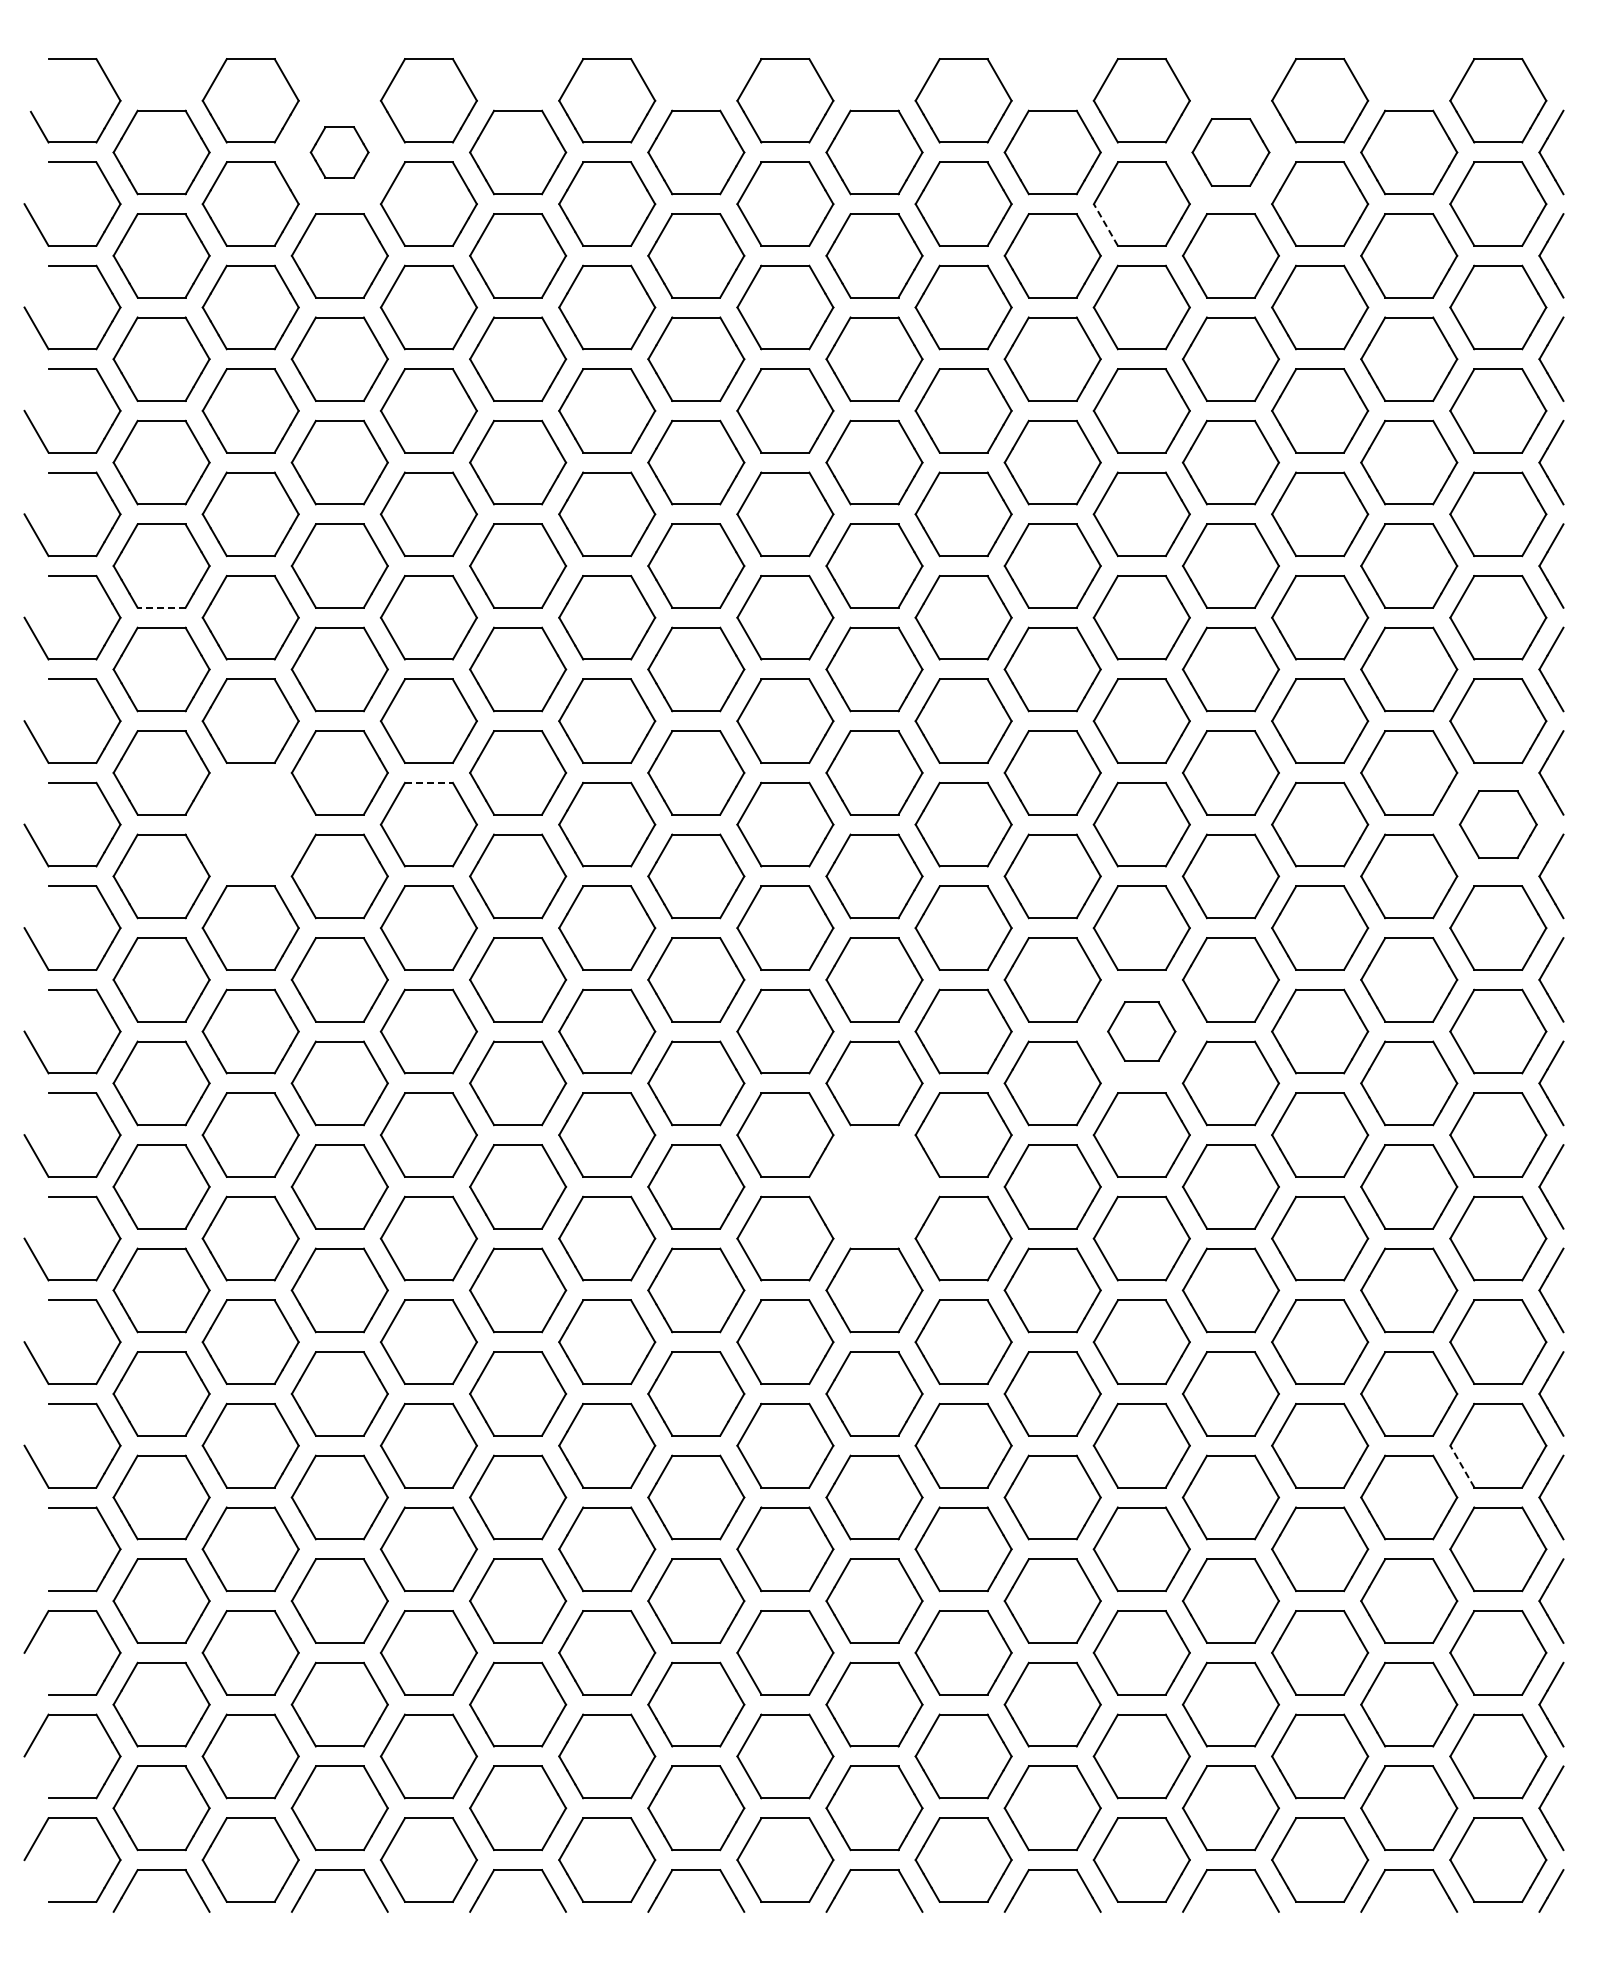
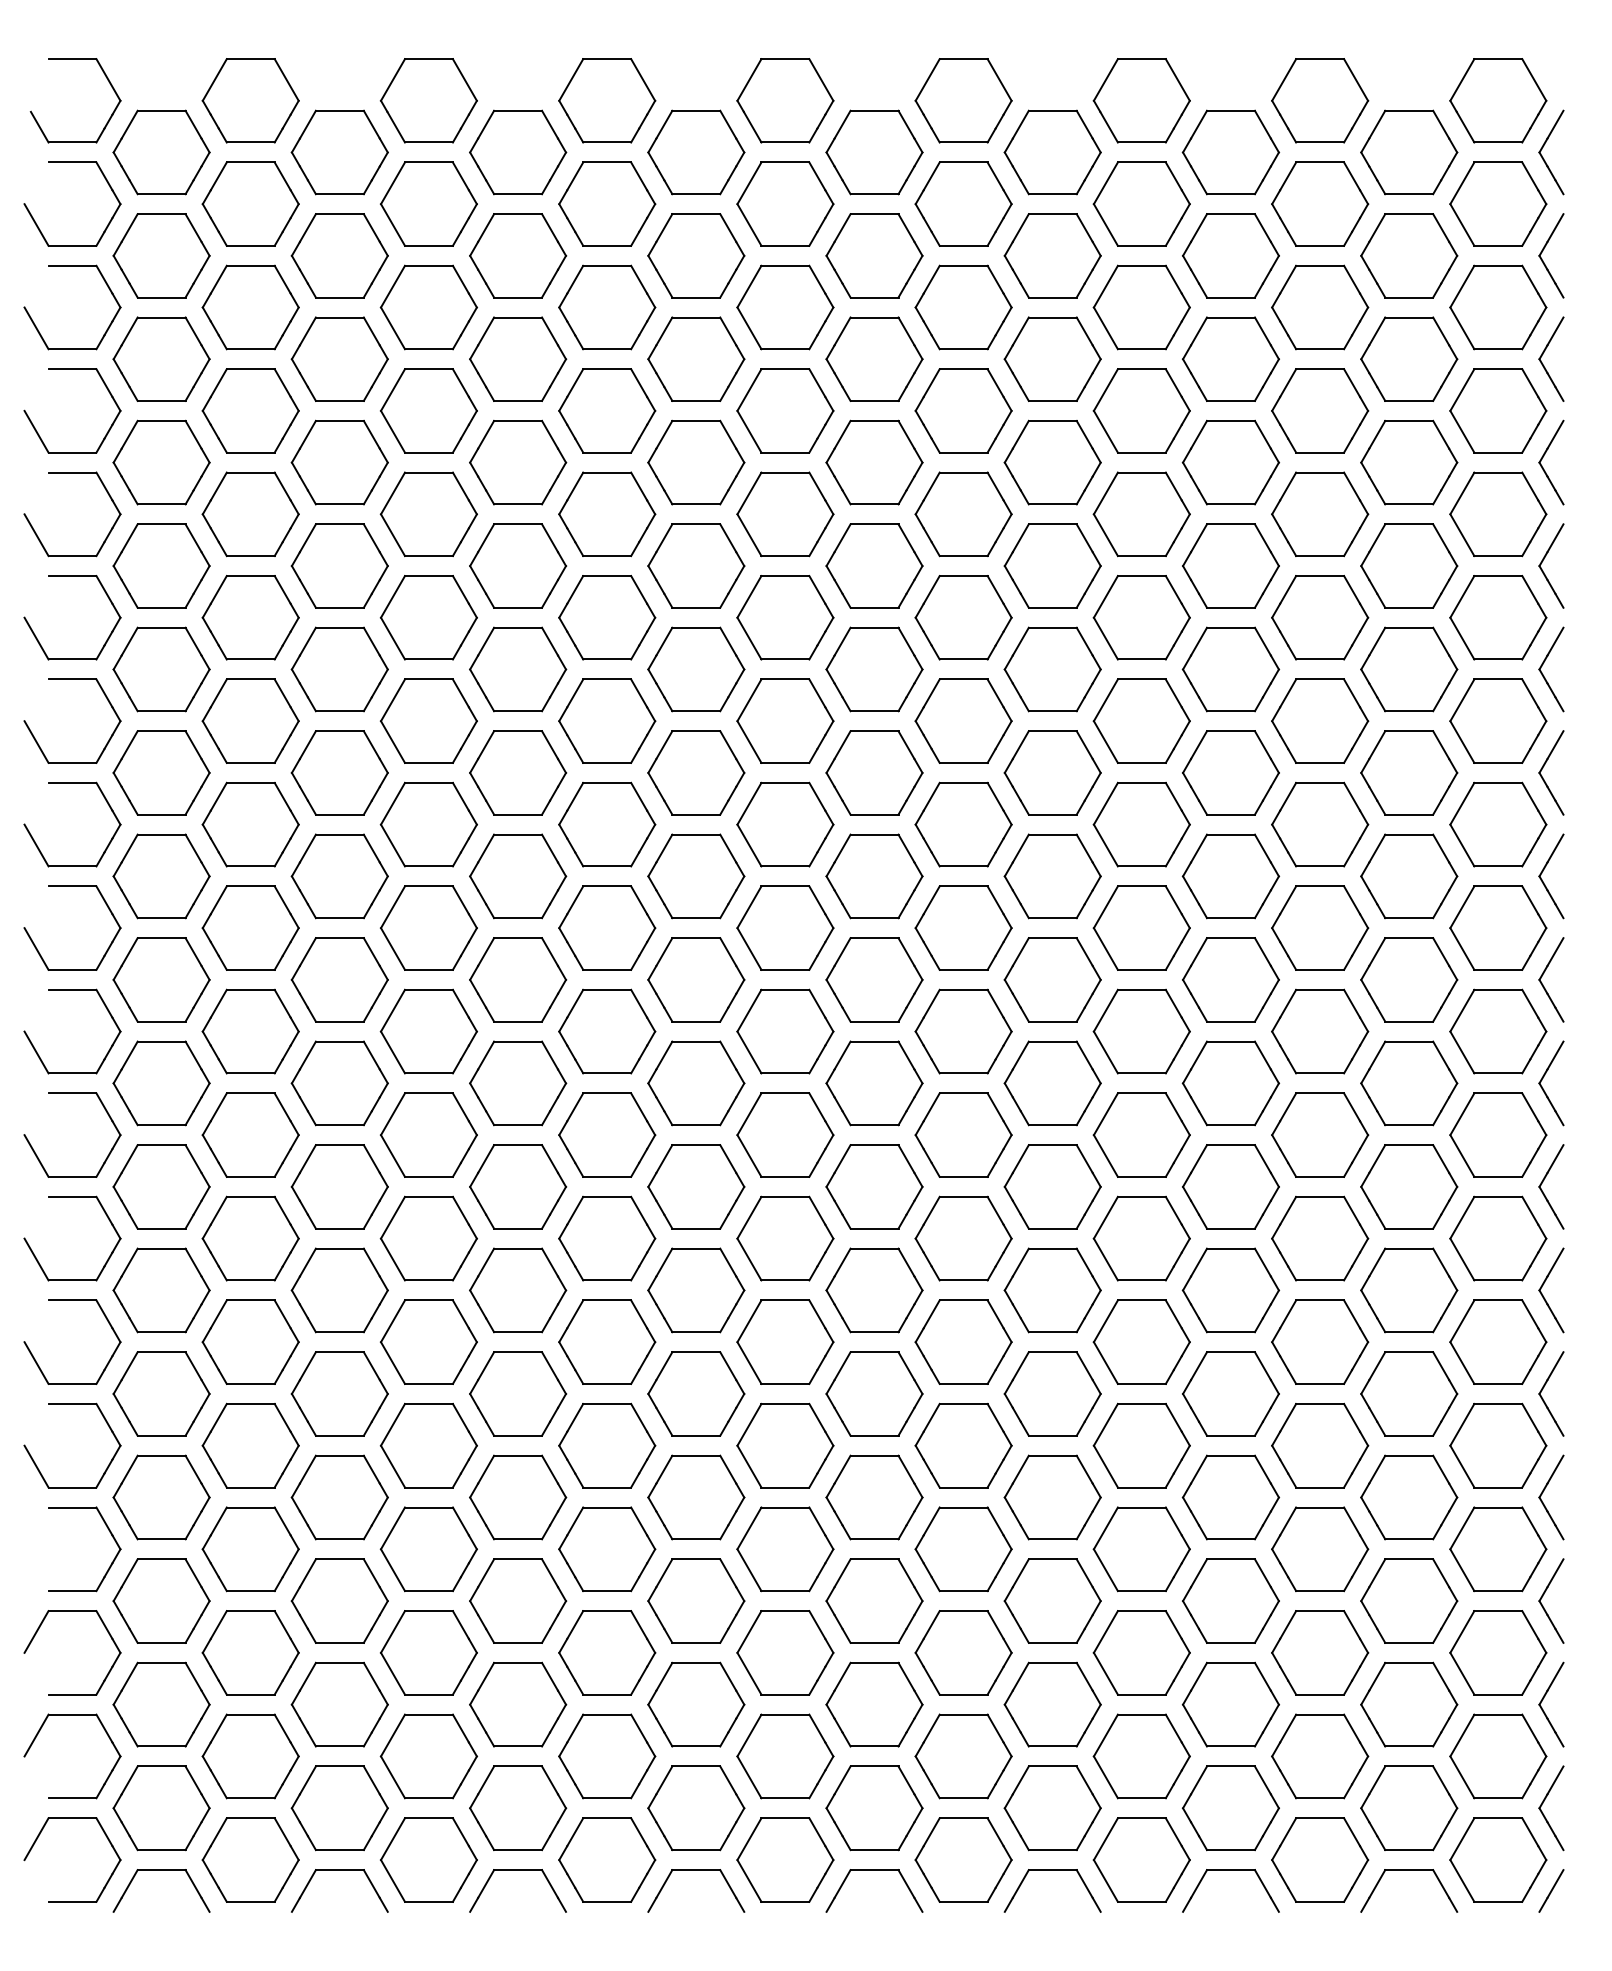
part at (339, 152) size: 61x53 px -> 99x87 px
part at (1230, 152) size: 80x69 px -> 100x87 px
line at (1105, 224): dashed -> solid
line at (161, 607): dashed -> solid
line at (428, 782): dashed -> solid
part at (250, 824): none -> present
part at (1497, 824) size: 80x69 px -> 99x87 px
part at (1141, 1031) size: 70x61 px -> 99x87 px
part at (874, 1186): none -> present
line at (1462, 1466): dashed -> solid
